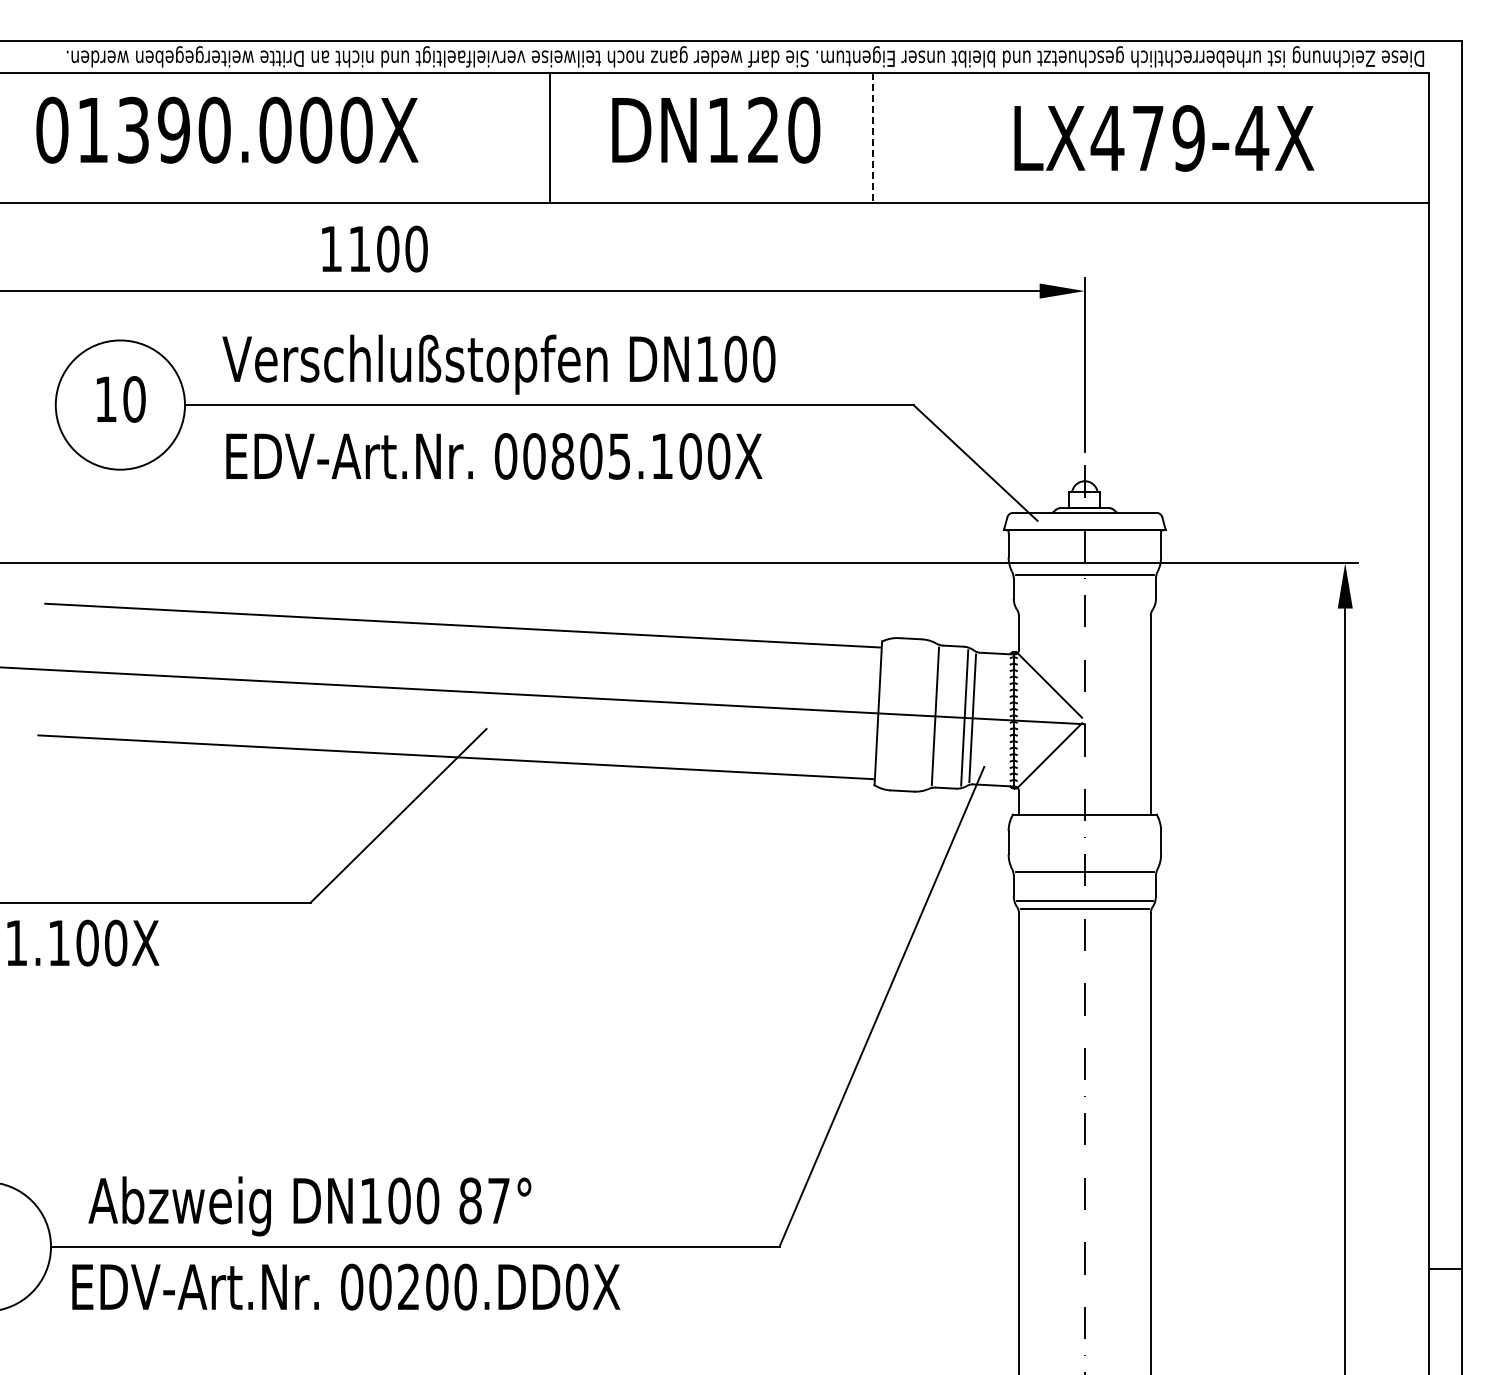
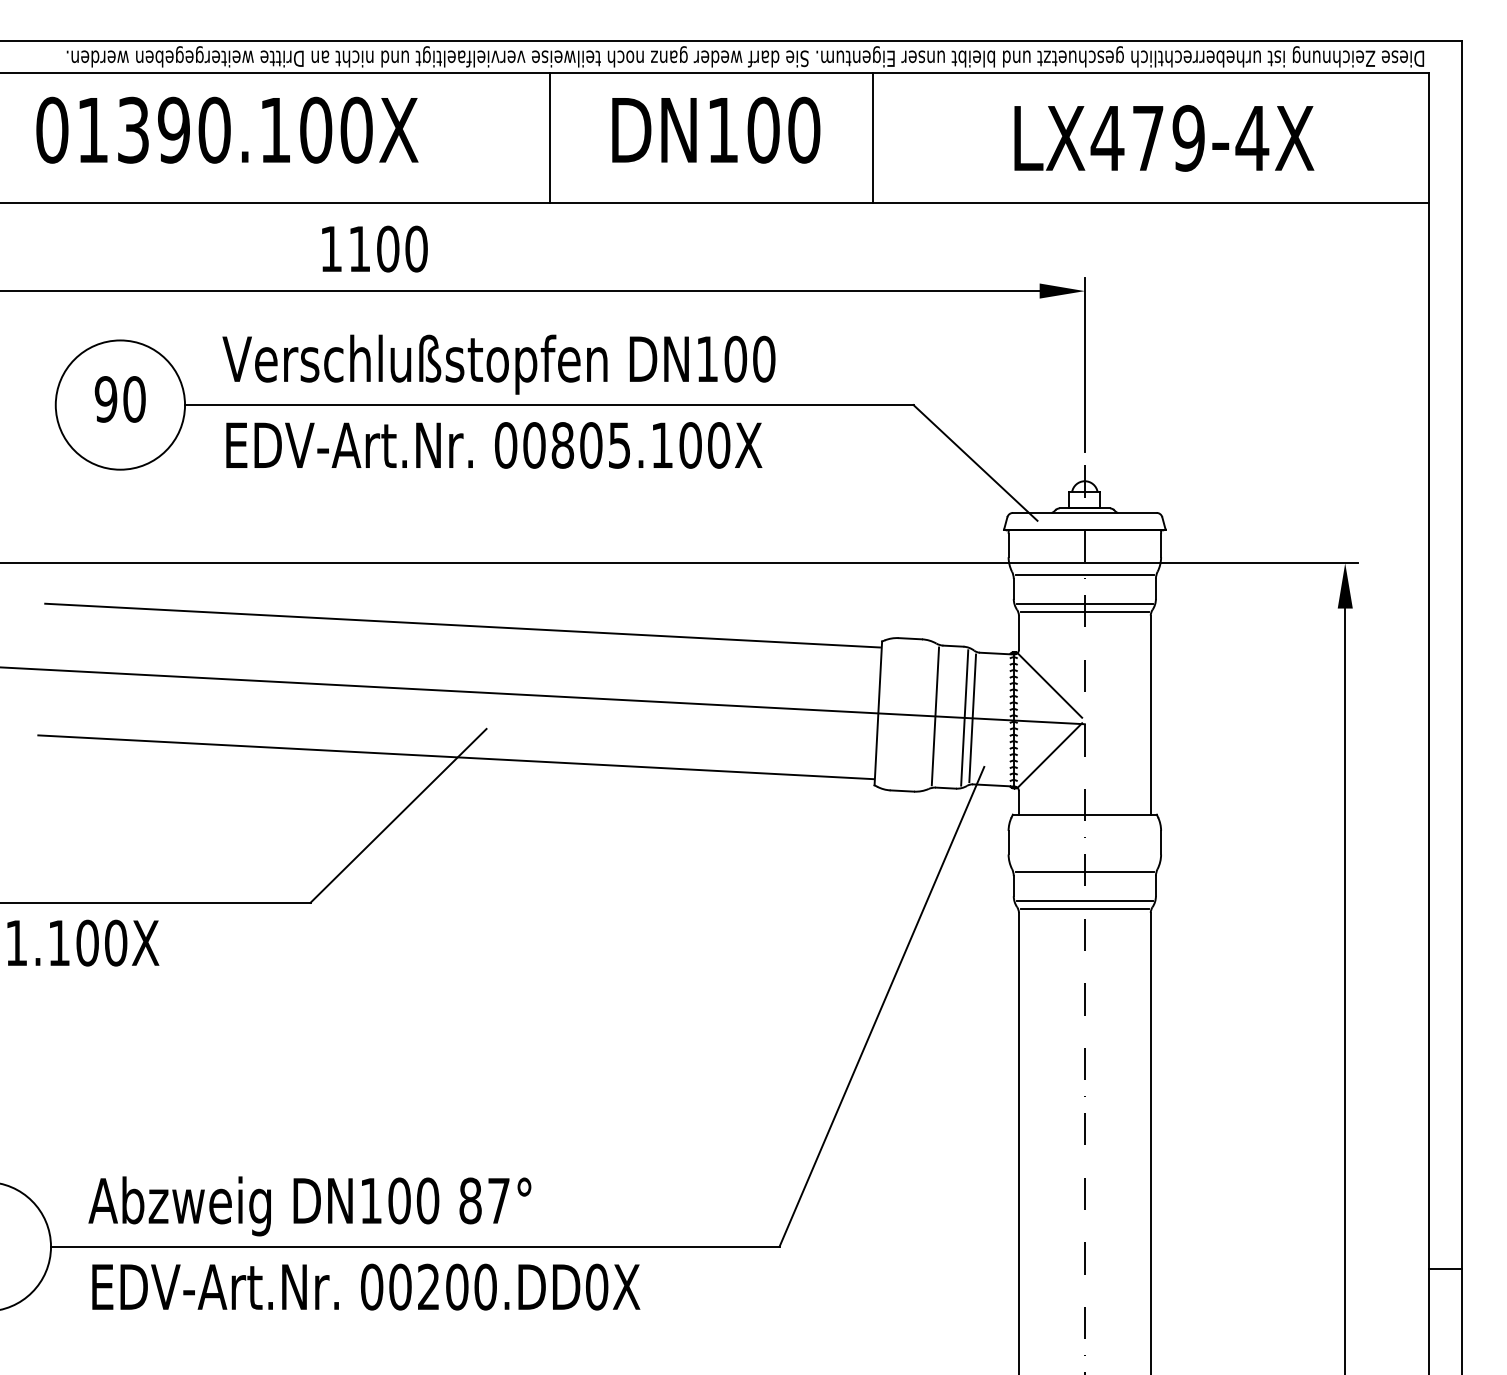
text at (275, 129): 01390.000X -> 01390.100X
text at (763, 129): DN120 -> DN100
line at (873, 138): dashed -> solid
text at (105, 399): 10 -> 90
text at (494, 456) position: (494, 456) -> (494, 445)
line at (1084, 603): none -> present
line at (1084, 611): none -> present
text at (346, 1286) position: (346, 1286) -> (366, 1286)
